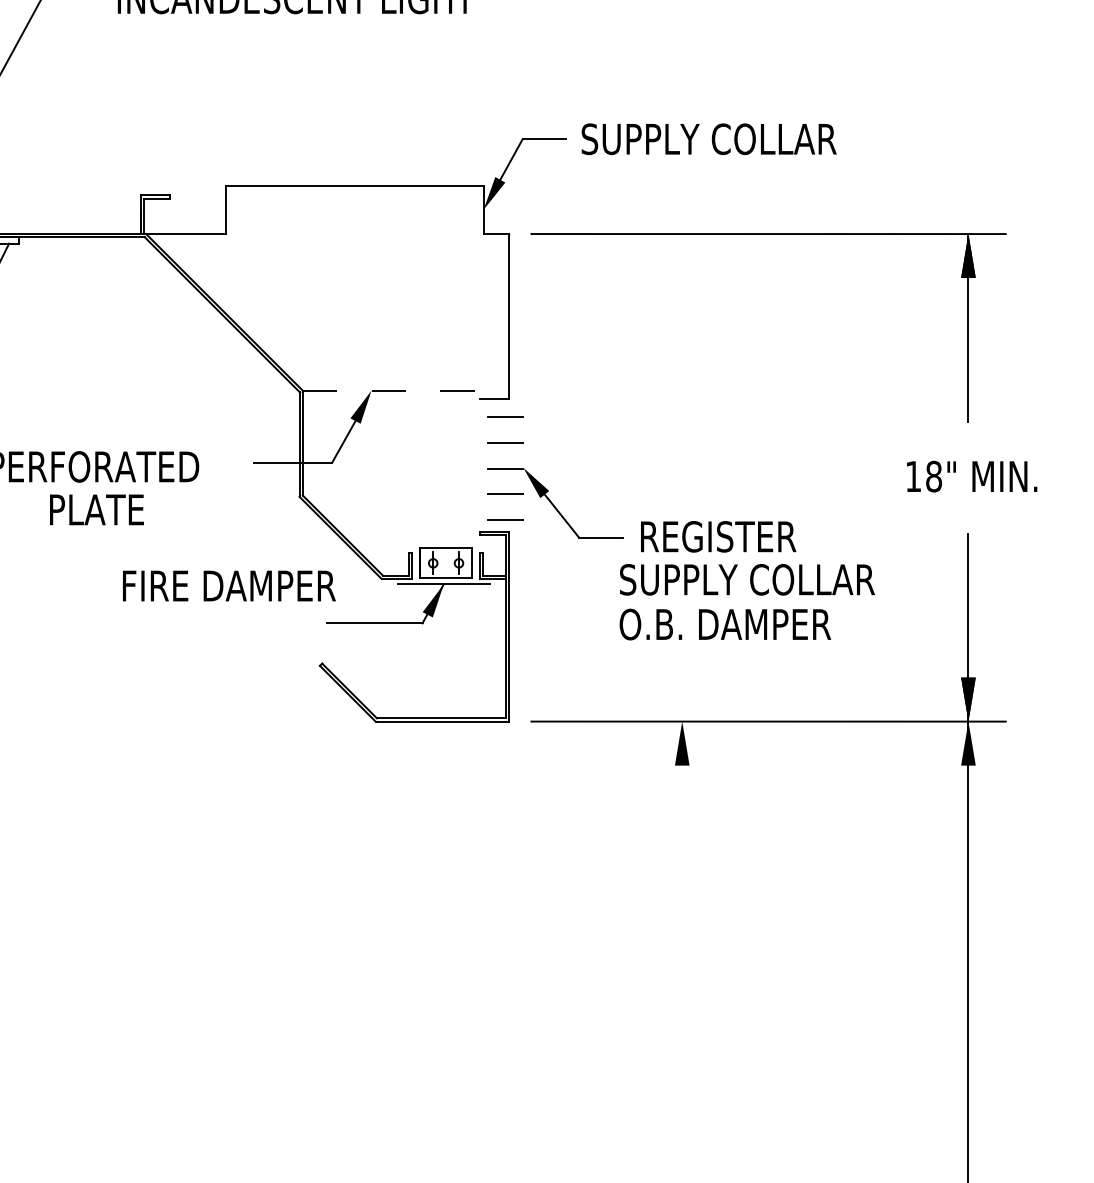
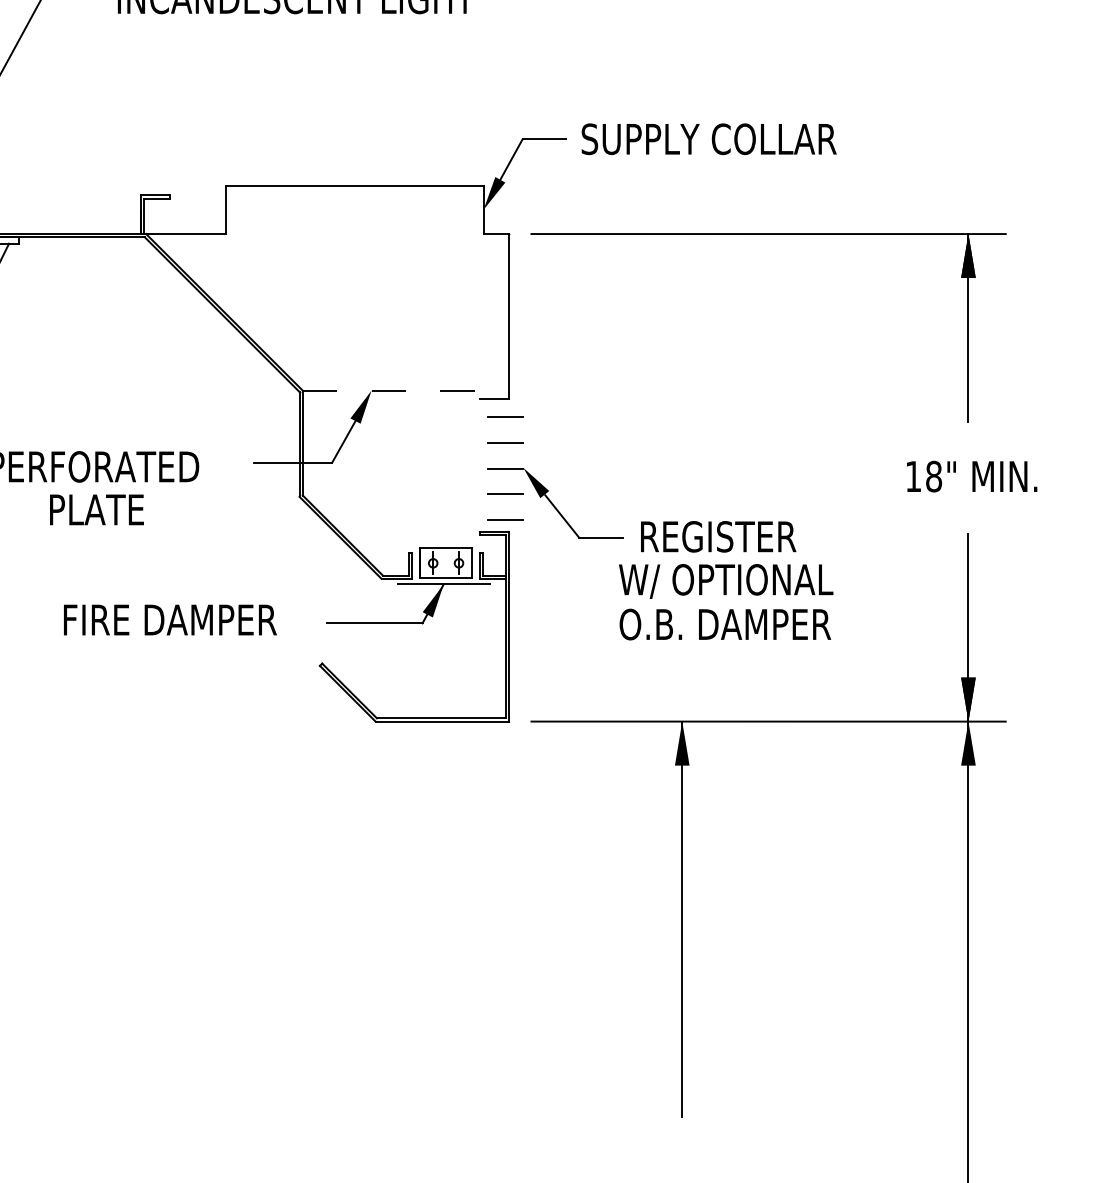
text at (746, 581): SUPPLY COLLAR -> W/ OPTIONAL
text at (229, 585) position: (229, 585) -> (170, 619)
line at (682, 918): none -> present
